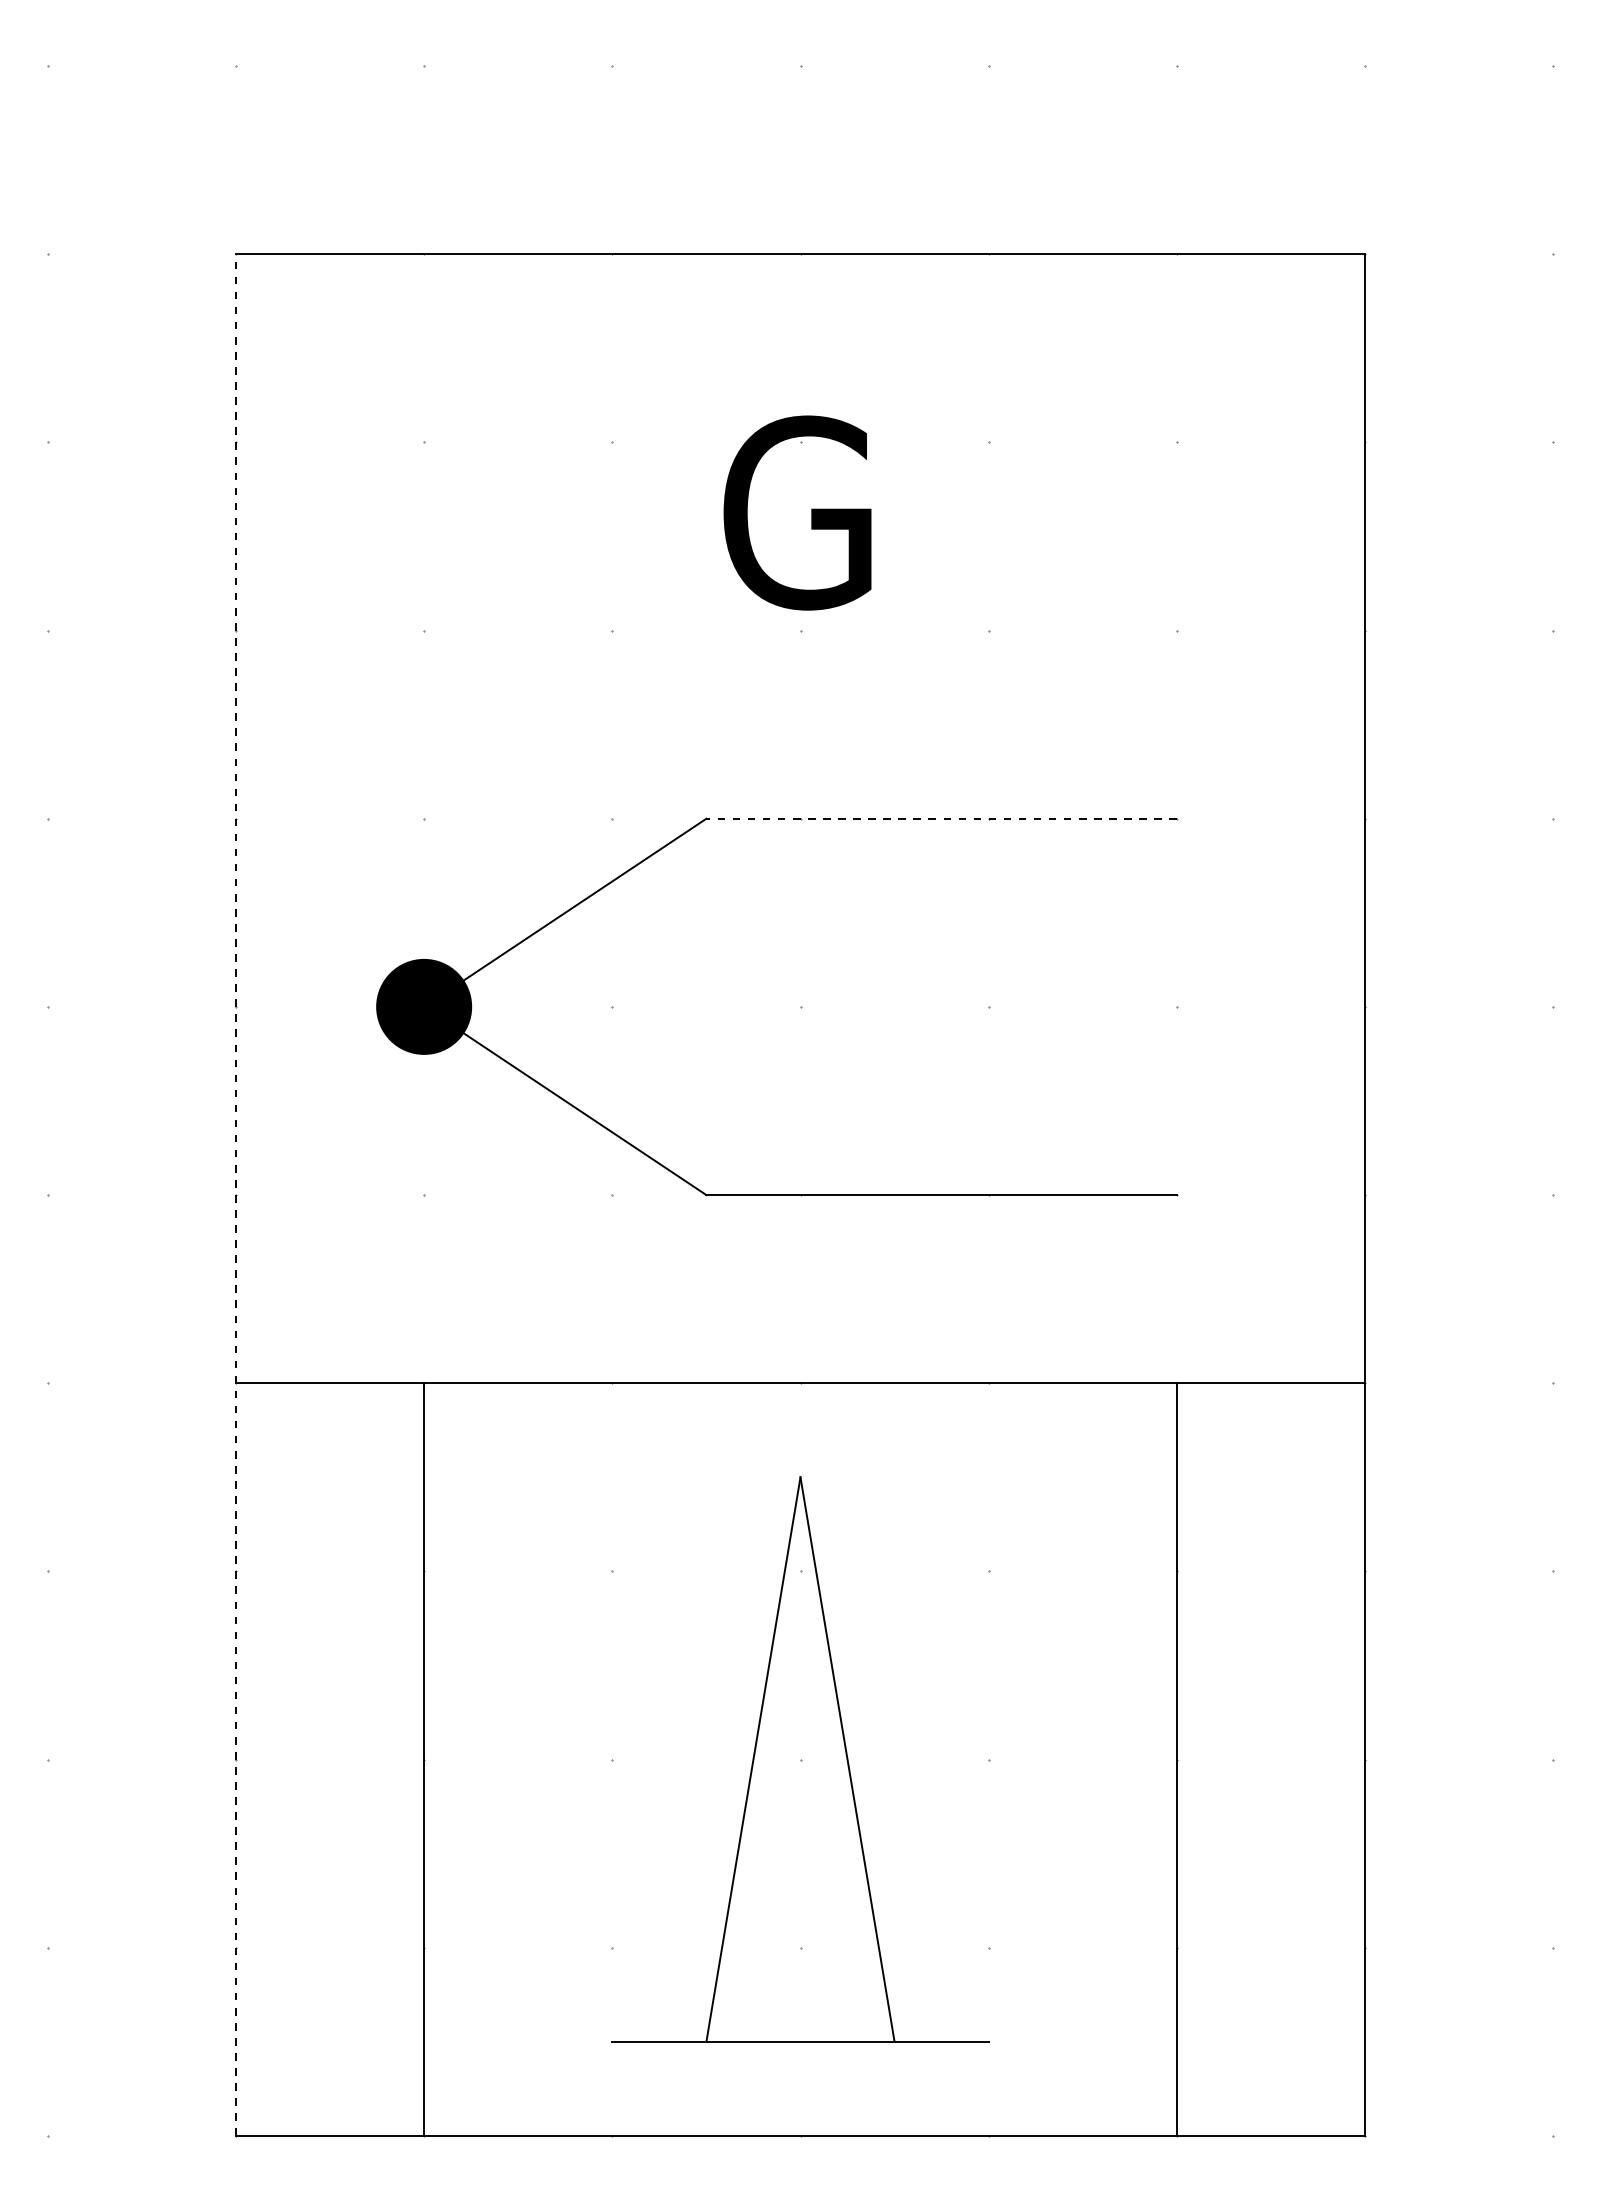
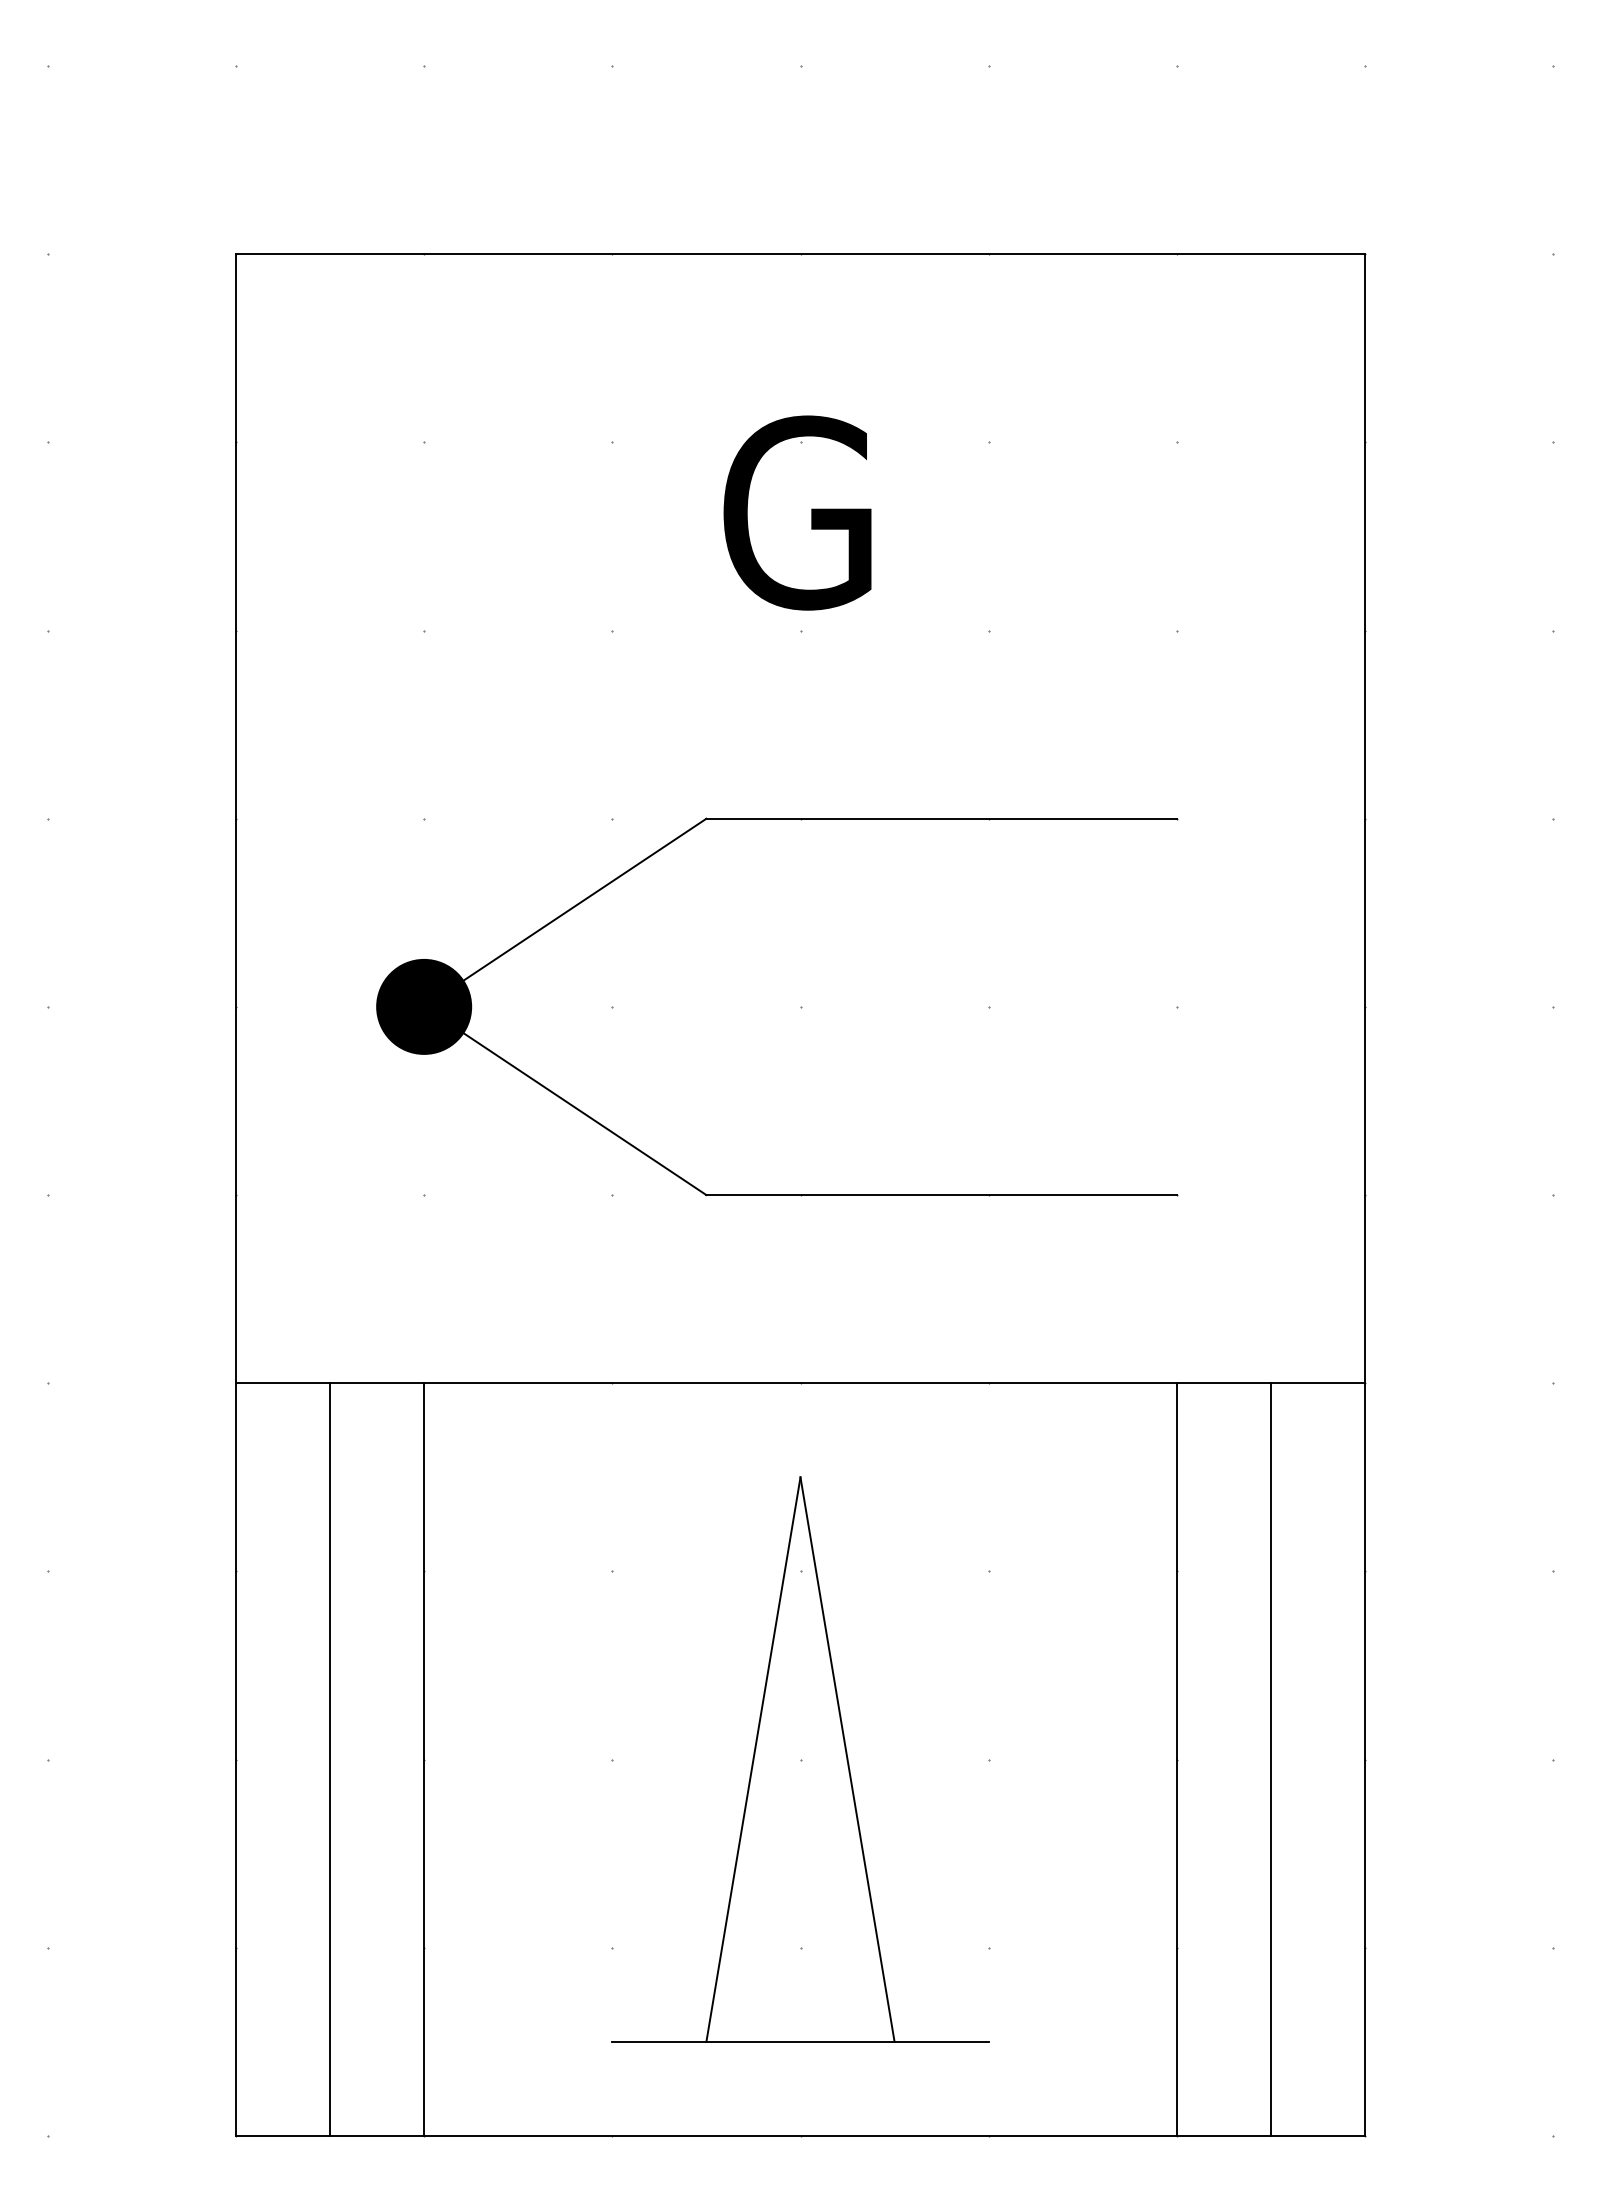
line at (941, 818): dashed -> solid
line at (235, 1195): dashed -> solid
line at (330, 1759): none -> present
line at (1270, 1759): none -> present
